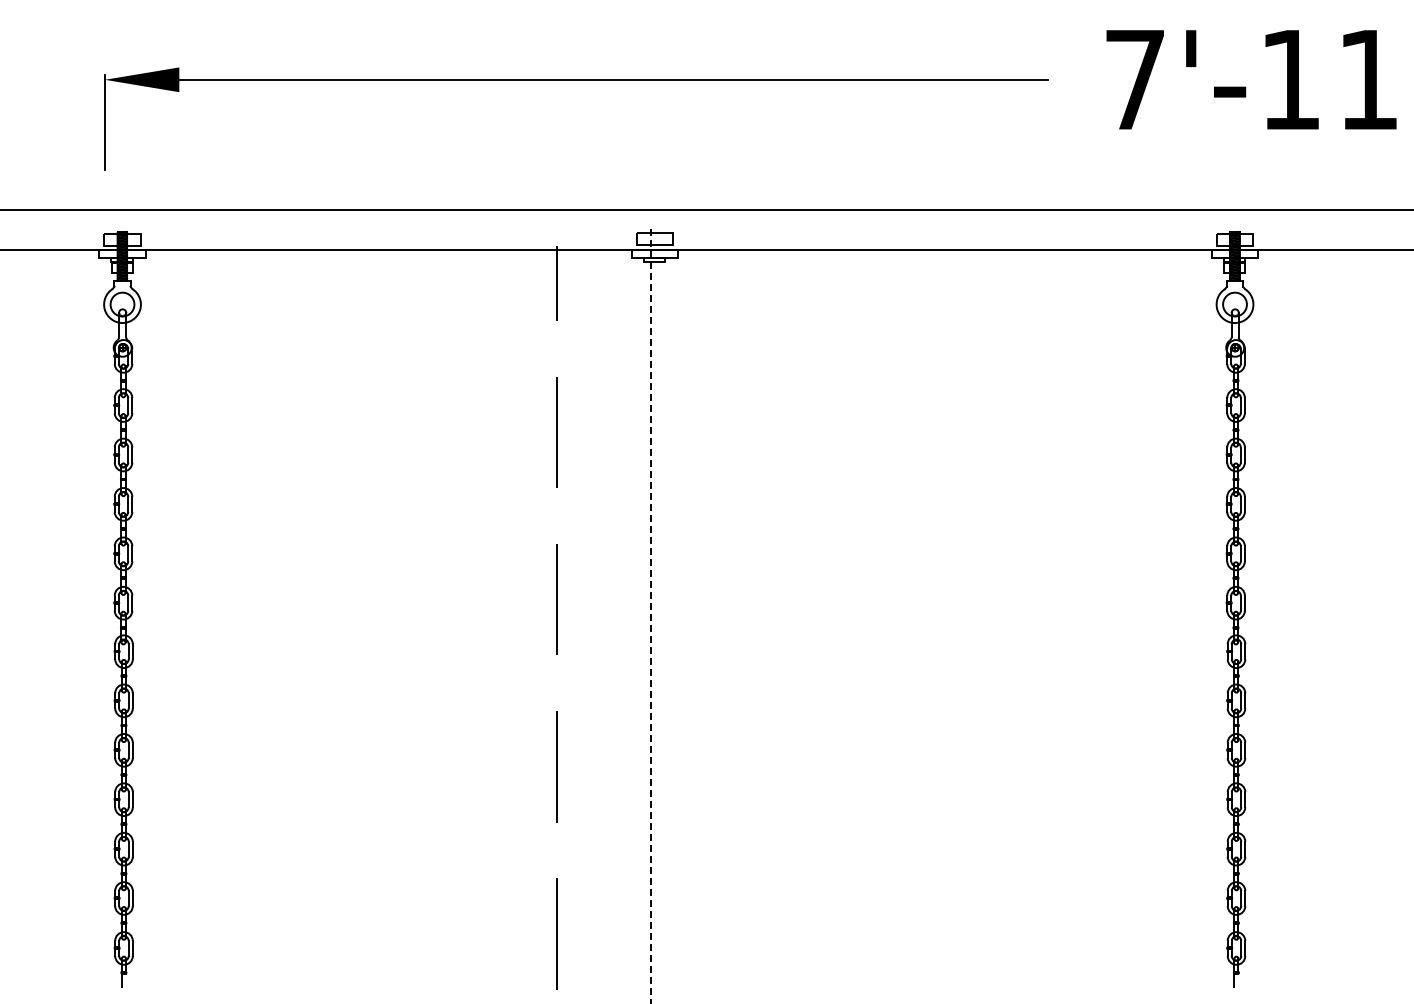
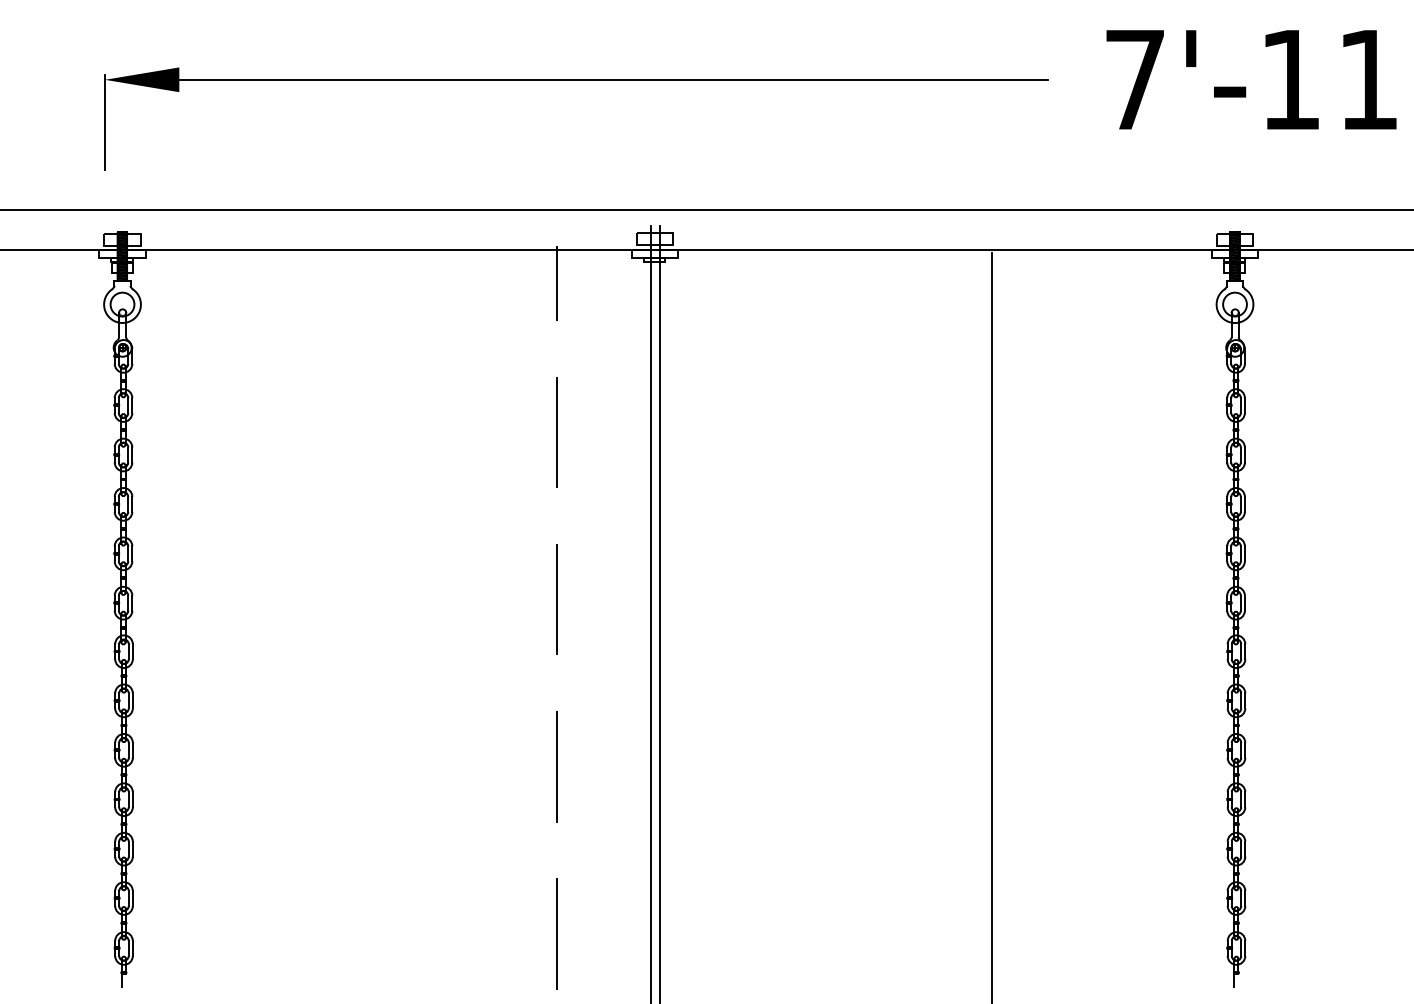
line at (659, 613): none -> present
line at (650, 614): dashed -> solid
line at (991, 626): none -> present
